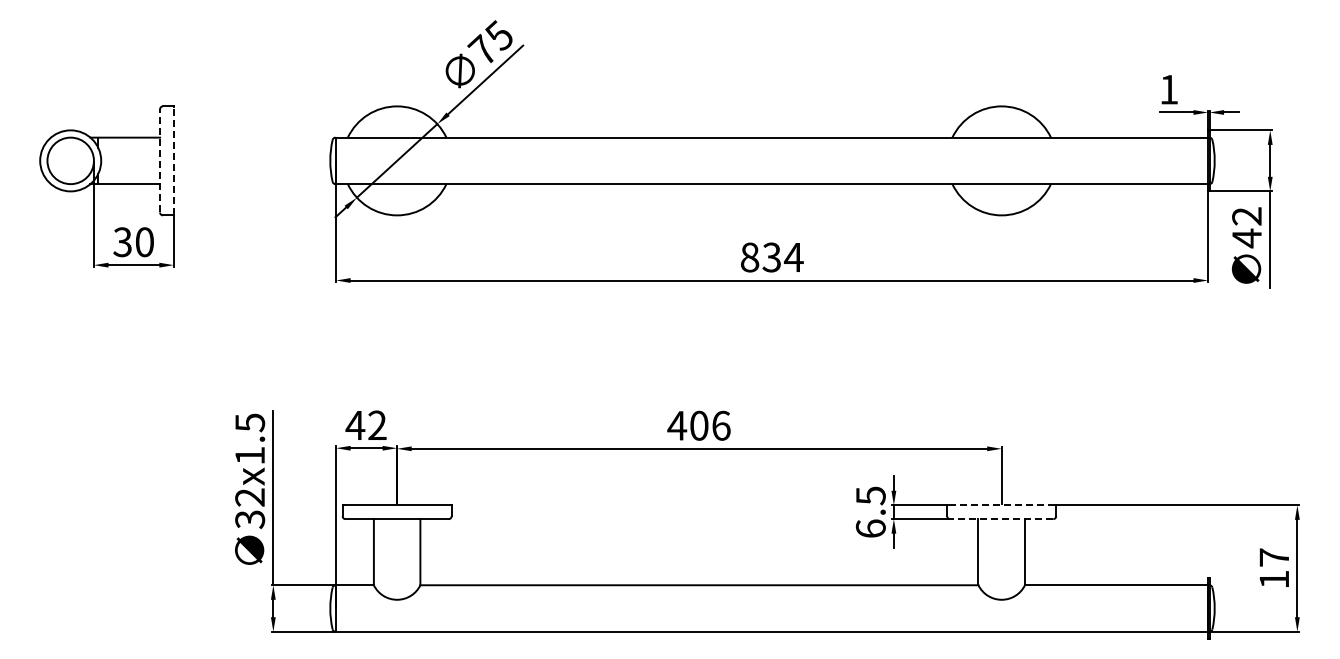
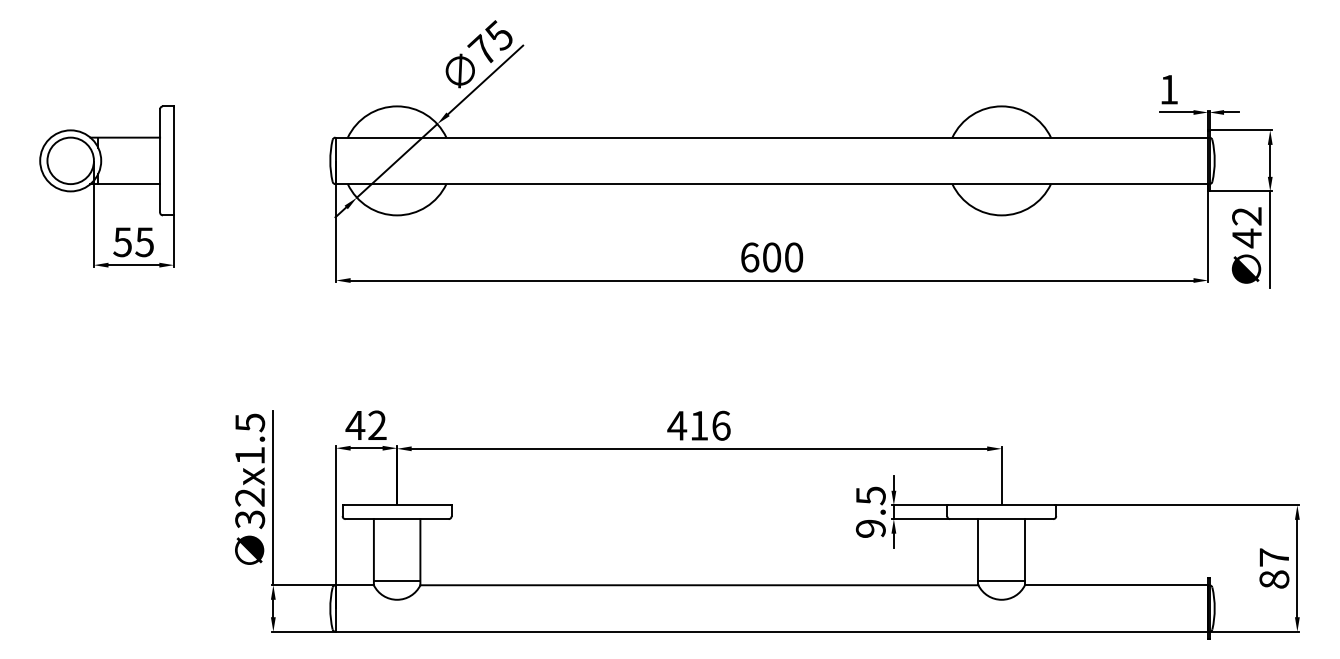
line at (160, 160): dashed -> solid
line at (173, 160): dashed -> solid
text at (133, 242): 30 -> 55
text at (772, 257): 834 -> 600
text at (699, 425): 406 -> 416
line at (1001, 505): dashed -> solid
line at (1001, 519): dashed -> solid
text at (870, 528): 6.5 -> 9.5
text at (1274, 579): 17 -> 87
line at (396, 580): none -> present
line at (1001, 580): none -> present
